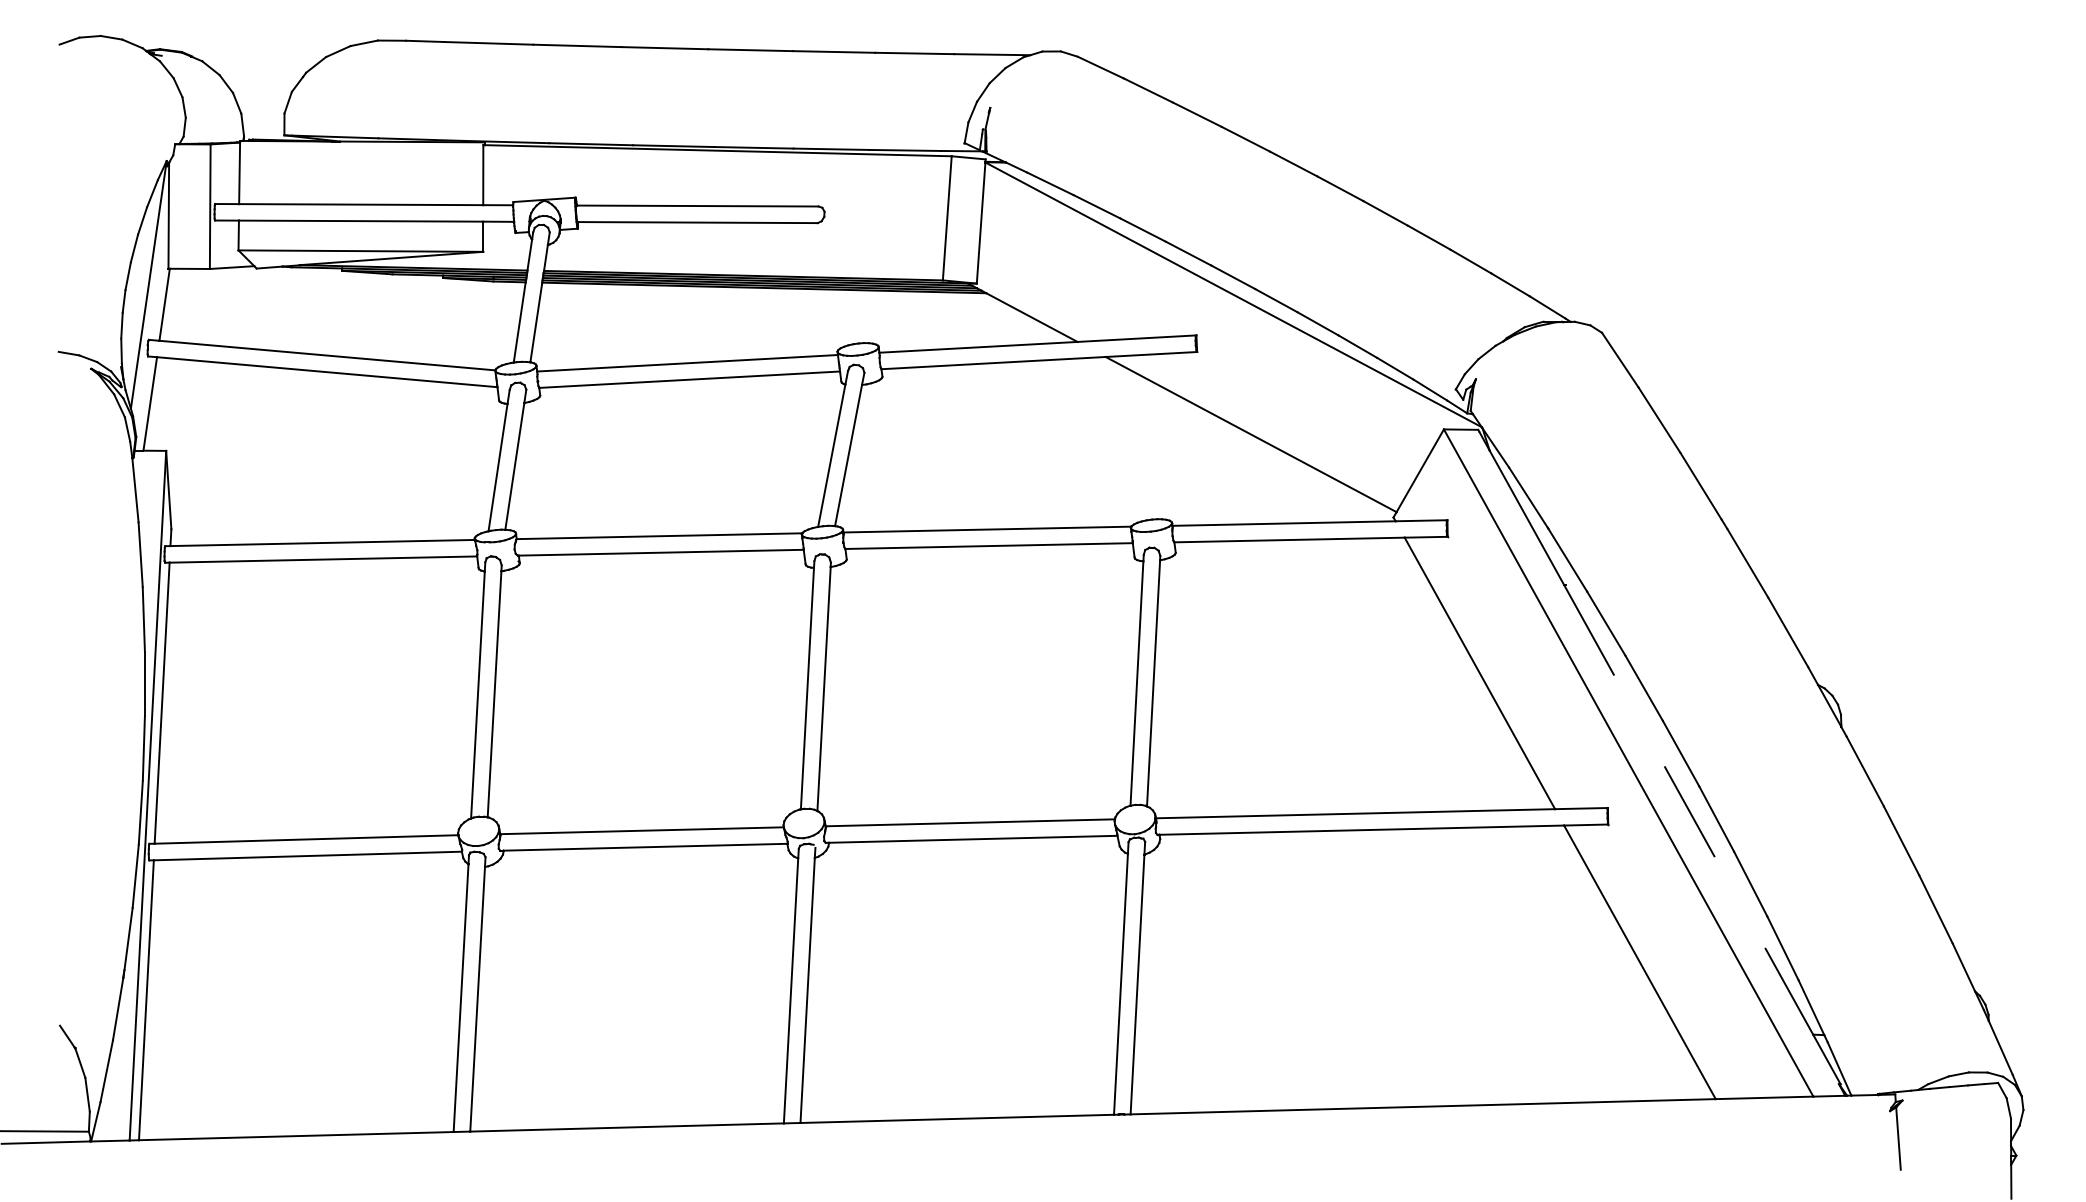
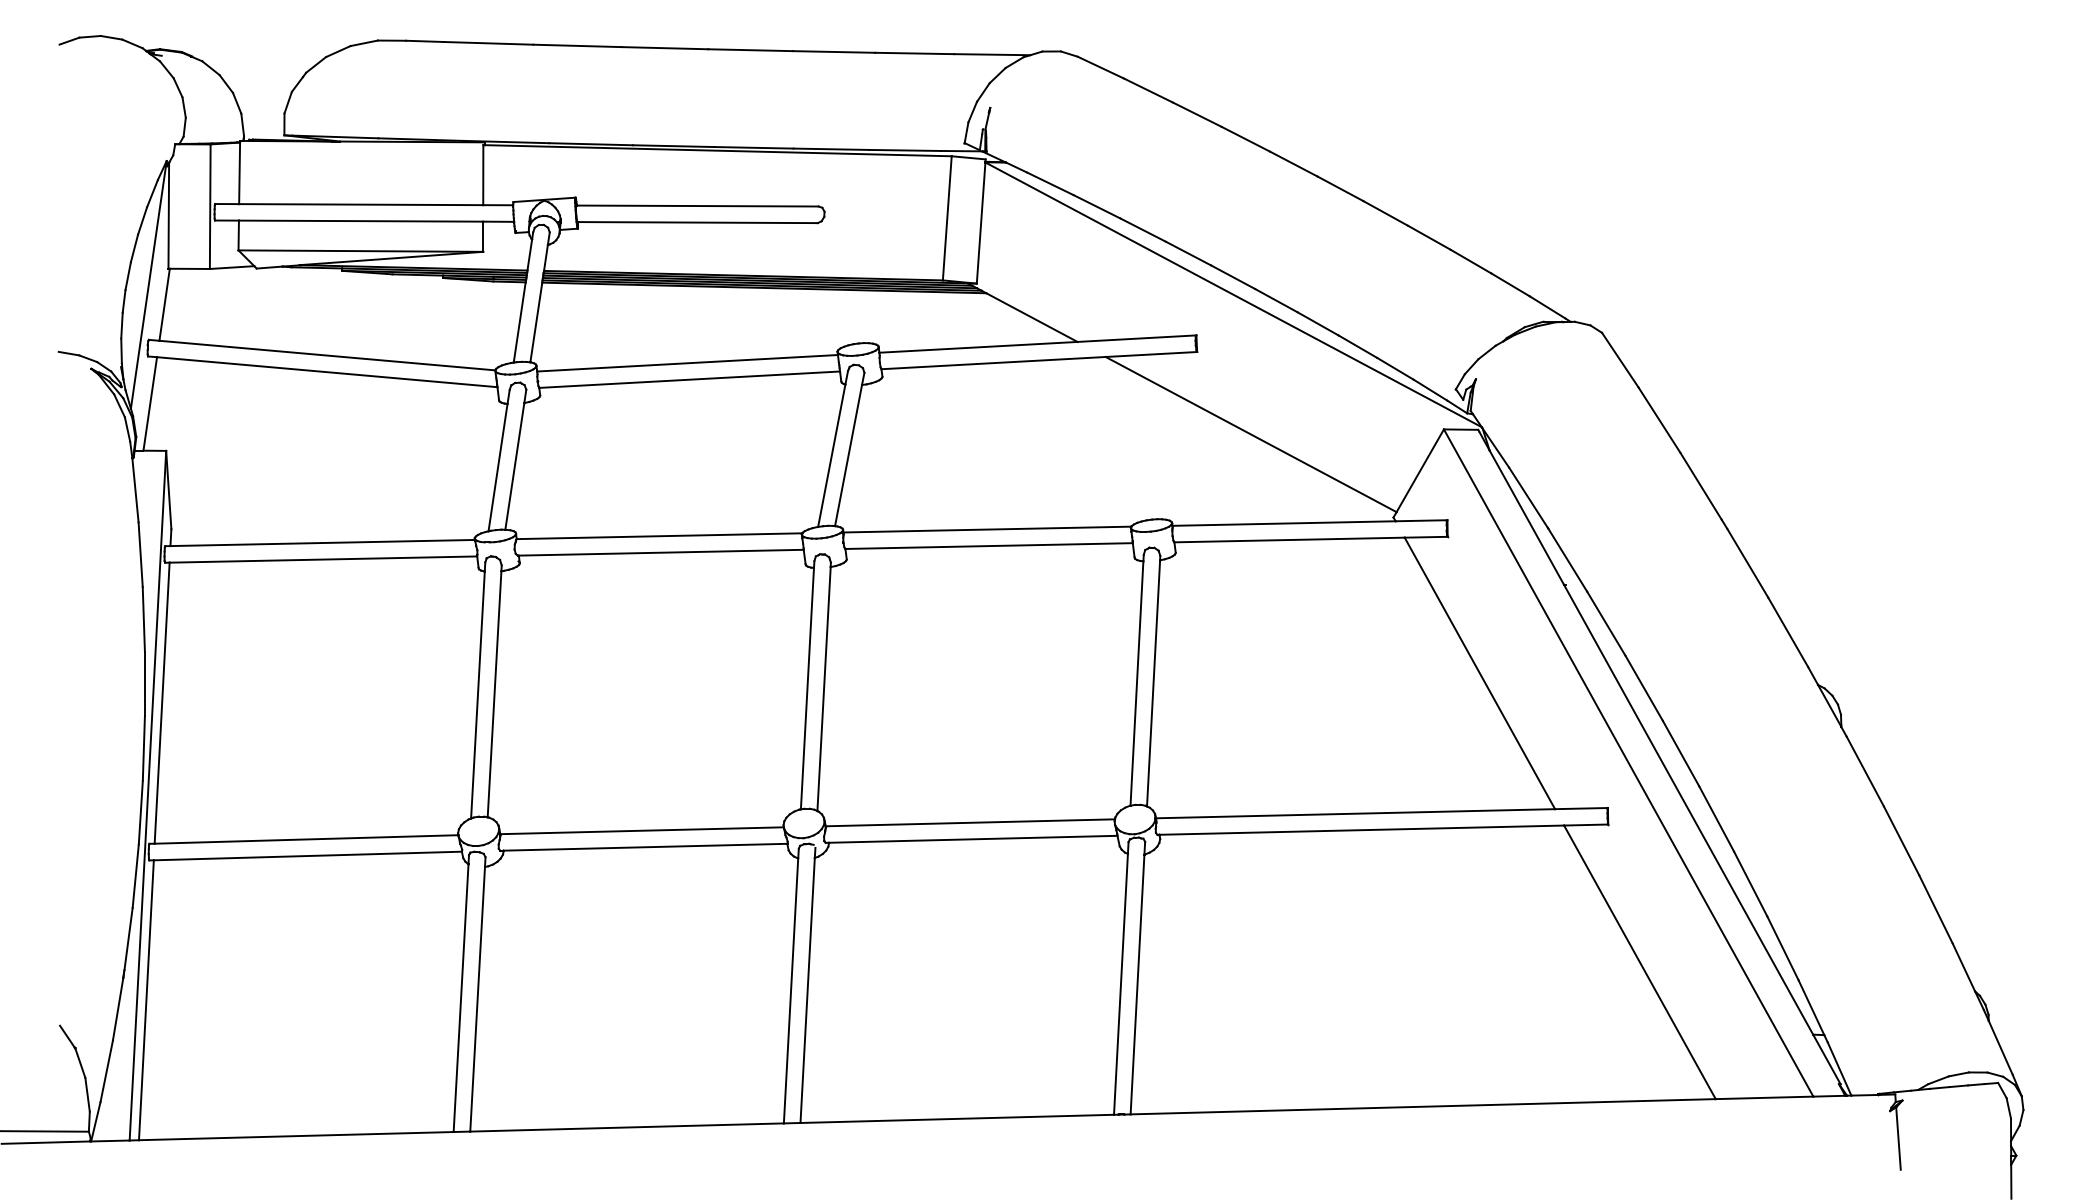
line at (1688, 810): dashed -> solid
